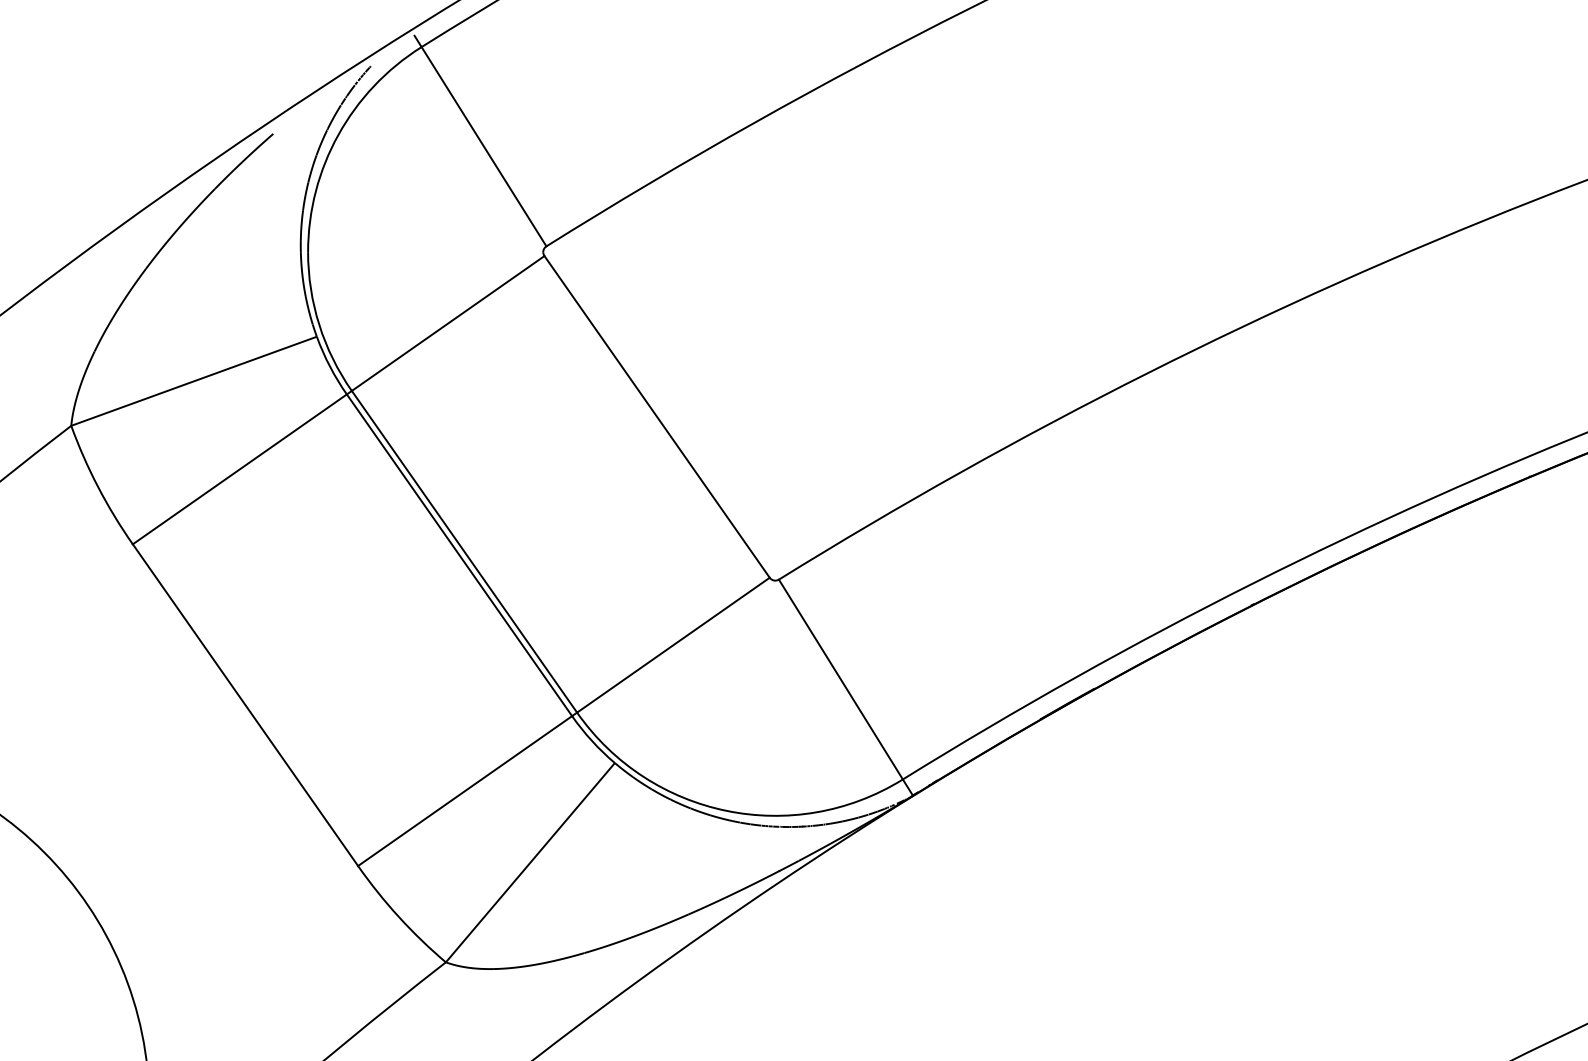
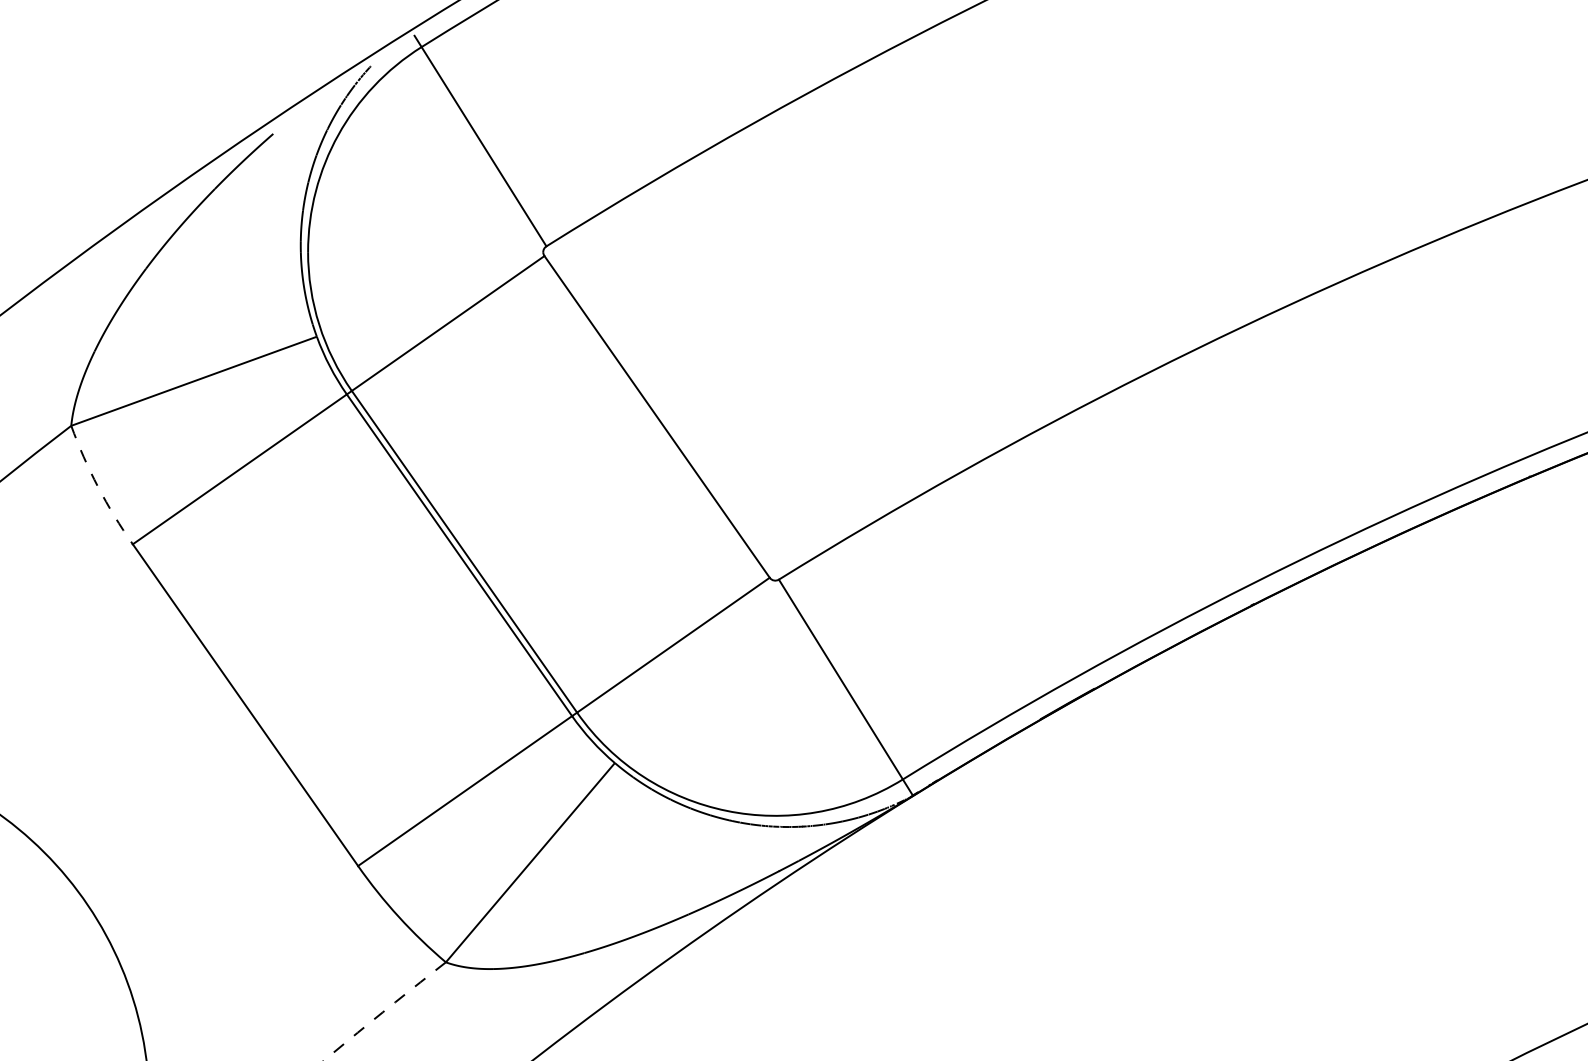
arc at (98, 487): solid -> dashed
arc at (384, 1011): solid -> dashed
